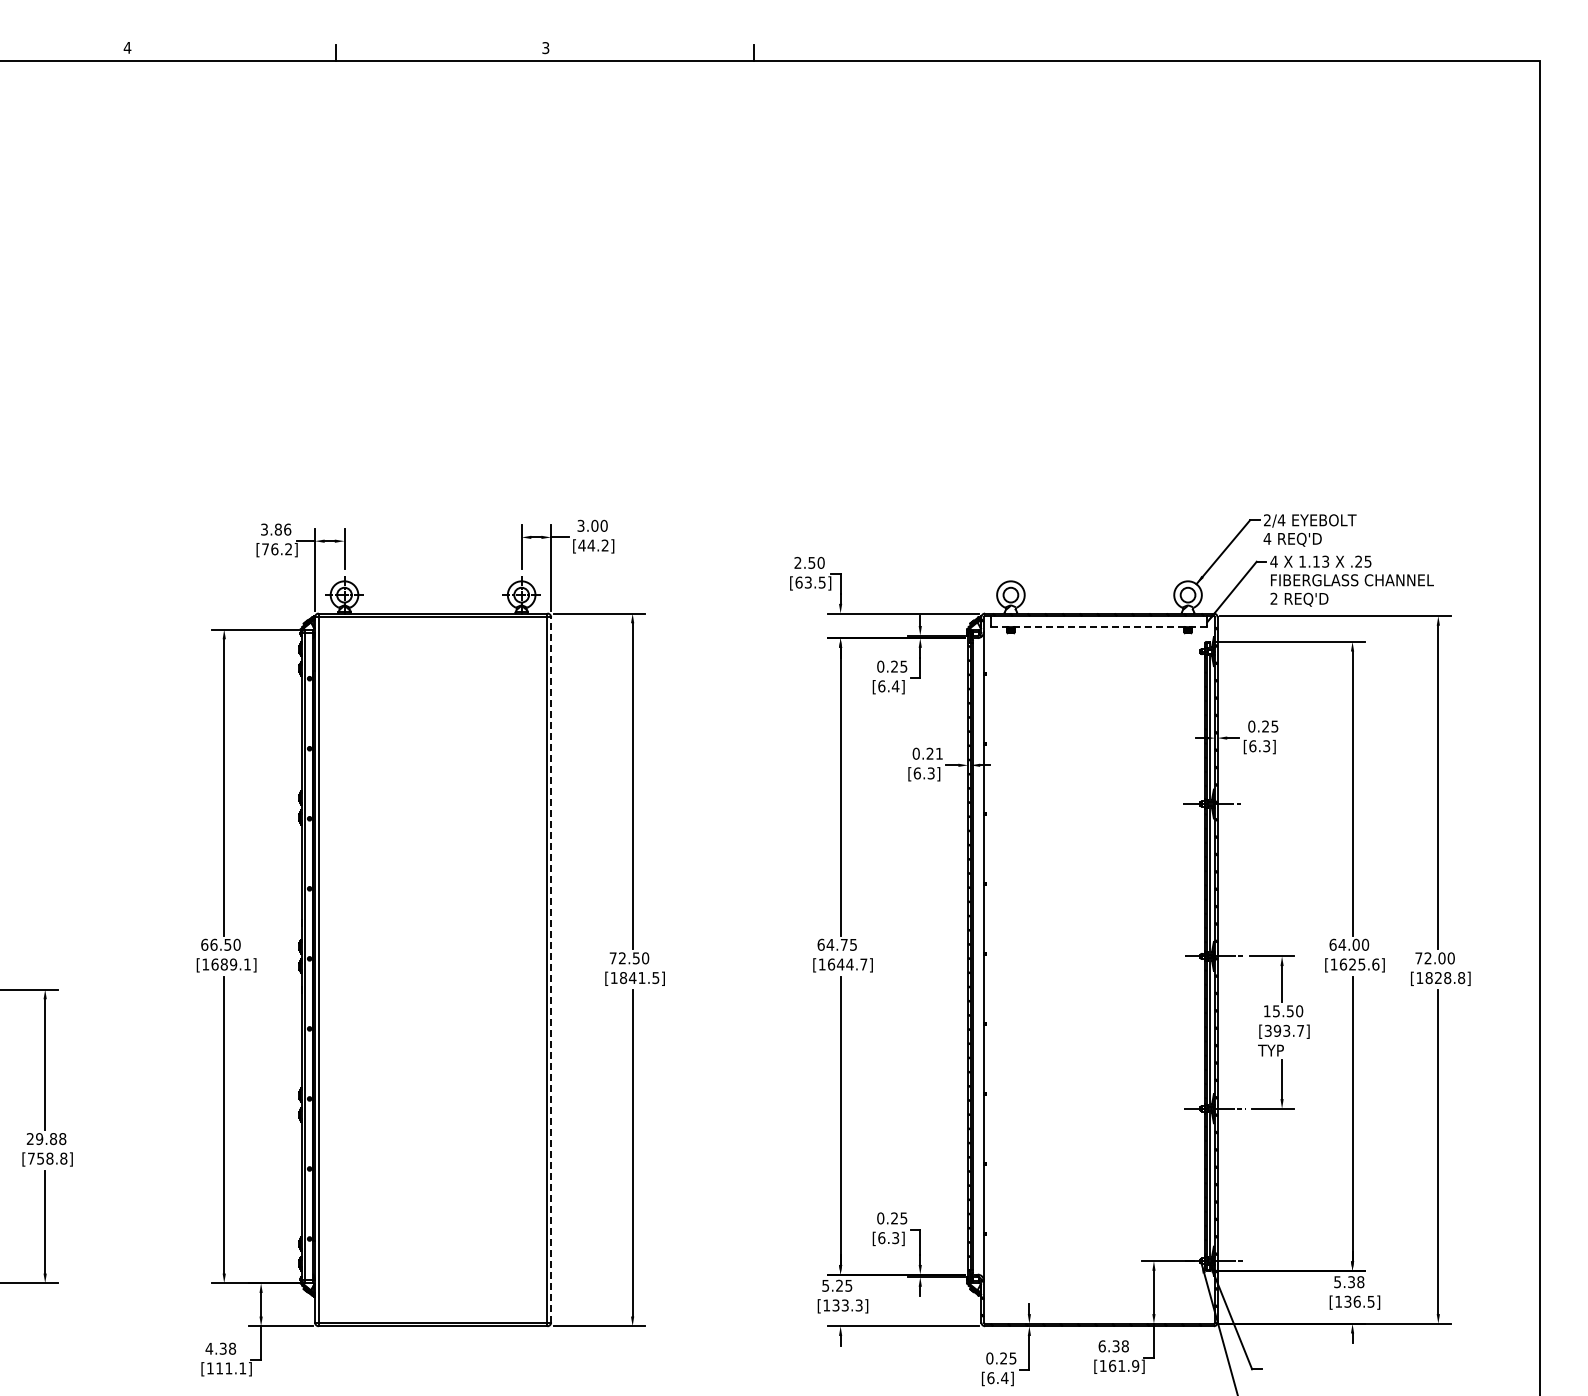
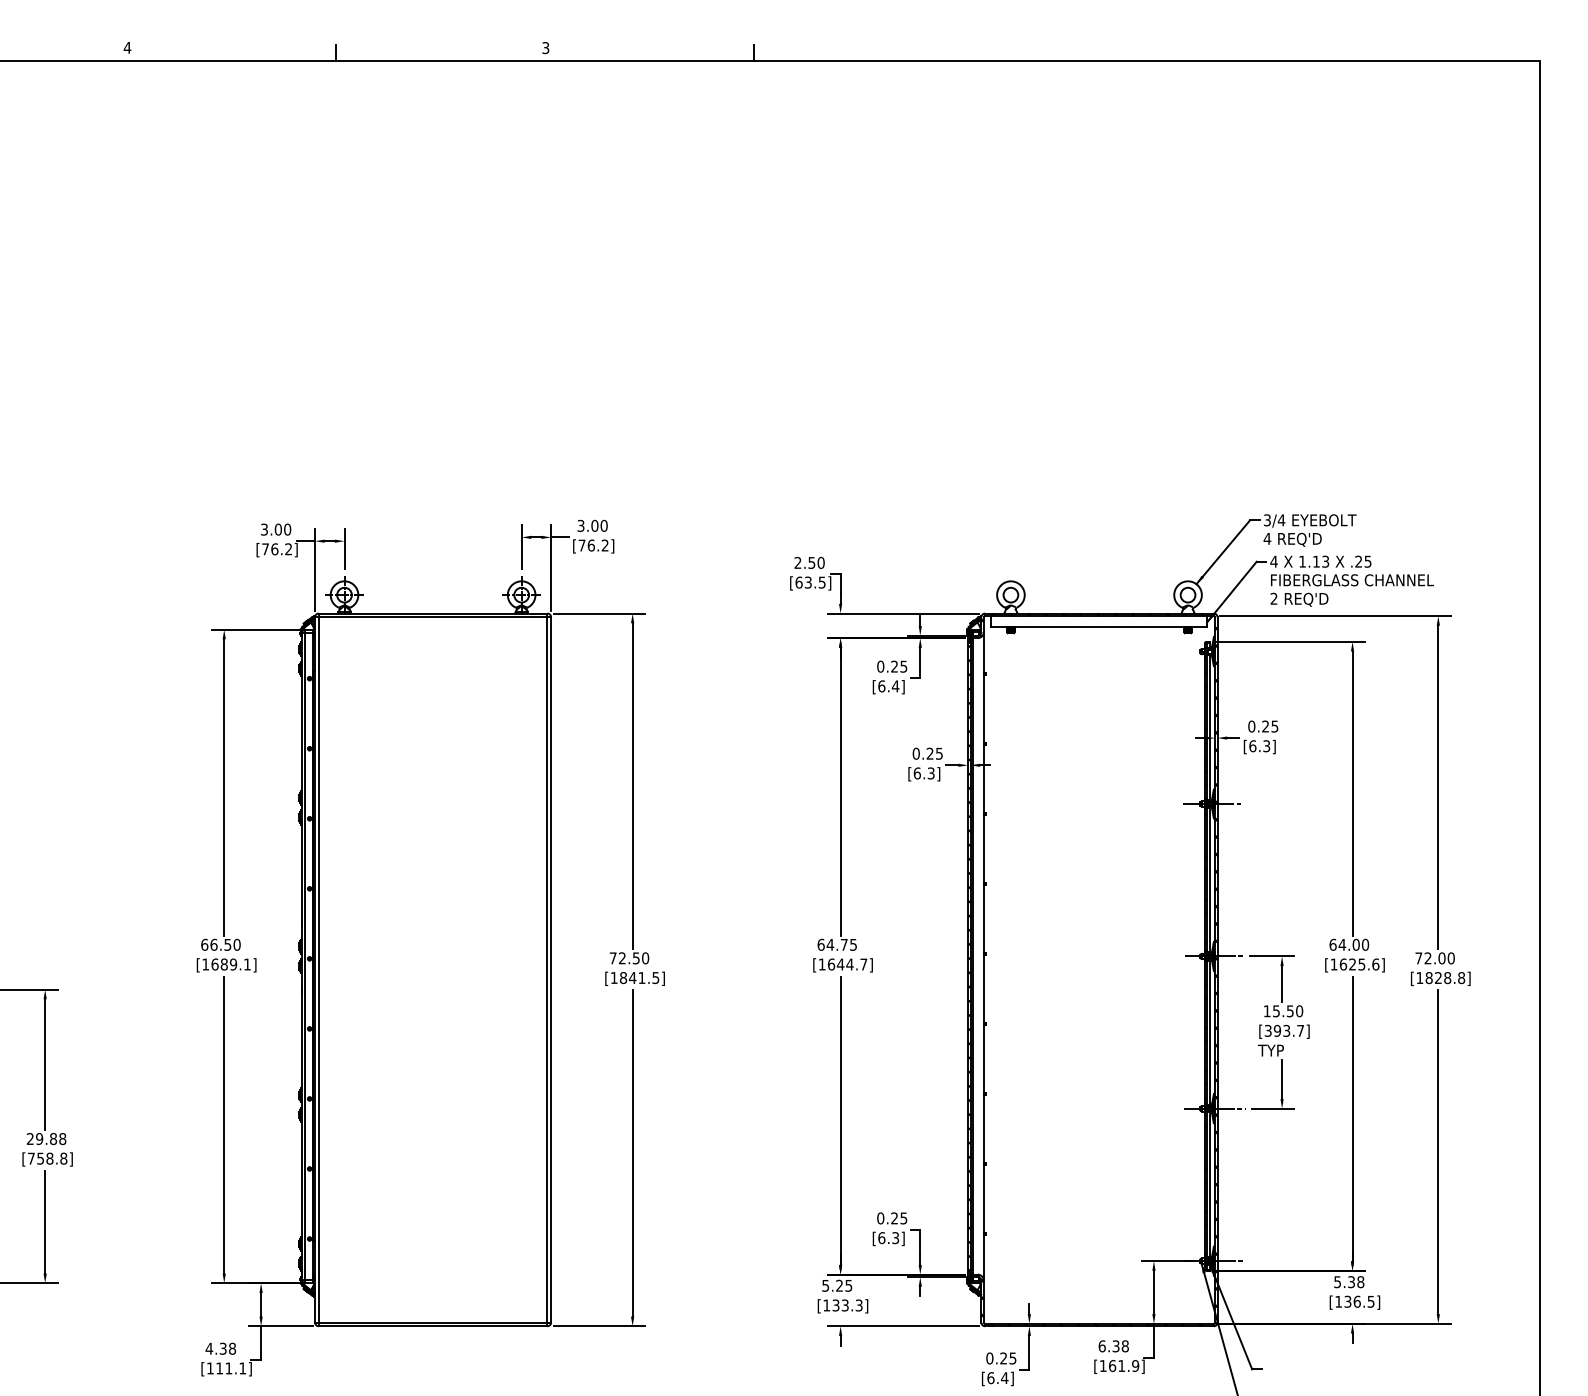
text at (1267, 520): 2/4 -> 3/4
text at (282, 529): 3.86 -> 3.00
text at (586, 545): [44.2] -> [76.2]
line at (1098, 627): dashed -> solid
text at (939, 753): 0.21 -> 0.25
line at (551, 969): dashed -> solid
